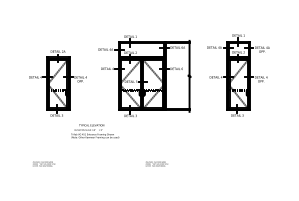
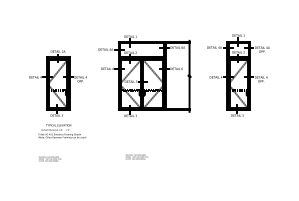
text at (95, 131) position: (95, 131) -> (62, 131)
text at (43, 163) position: (43, 163) -> (49, 158)
text at (156, 163) position: (156, 163) -> (136, 156)
